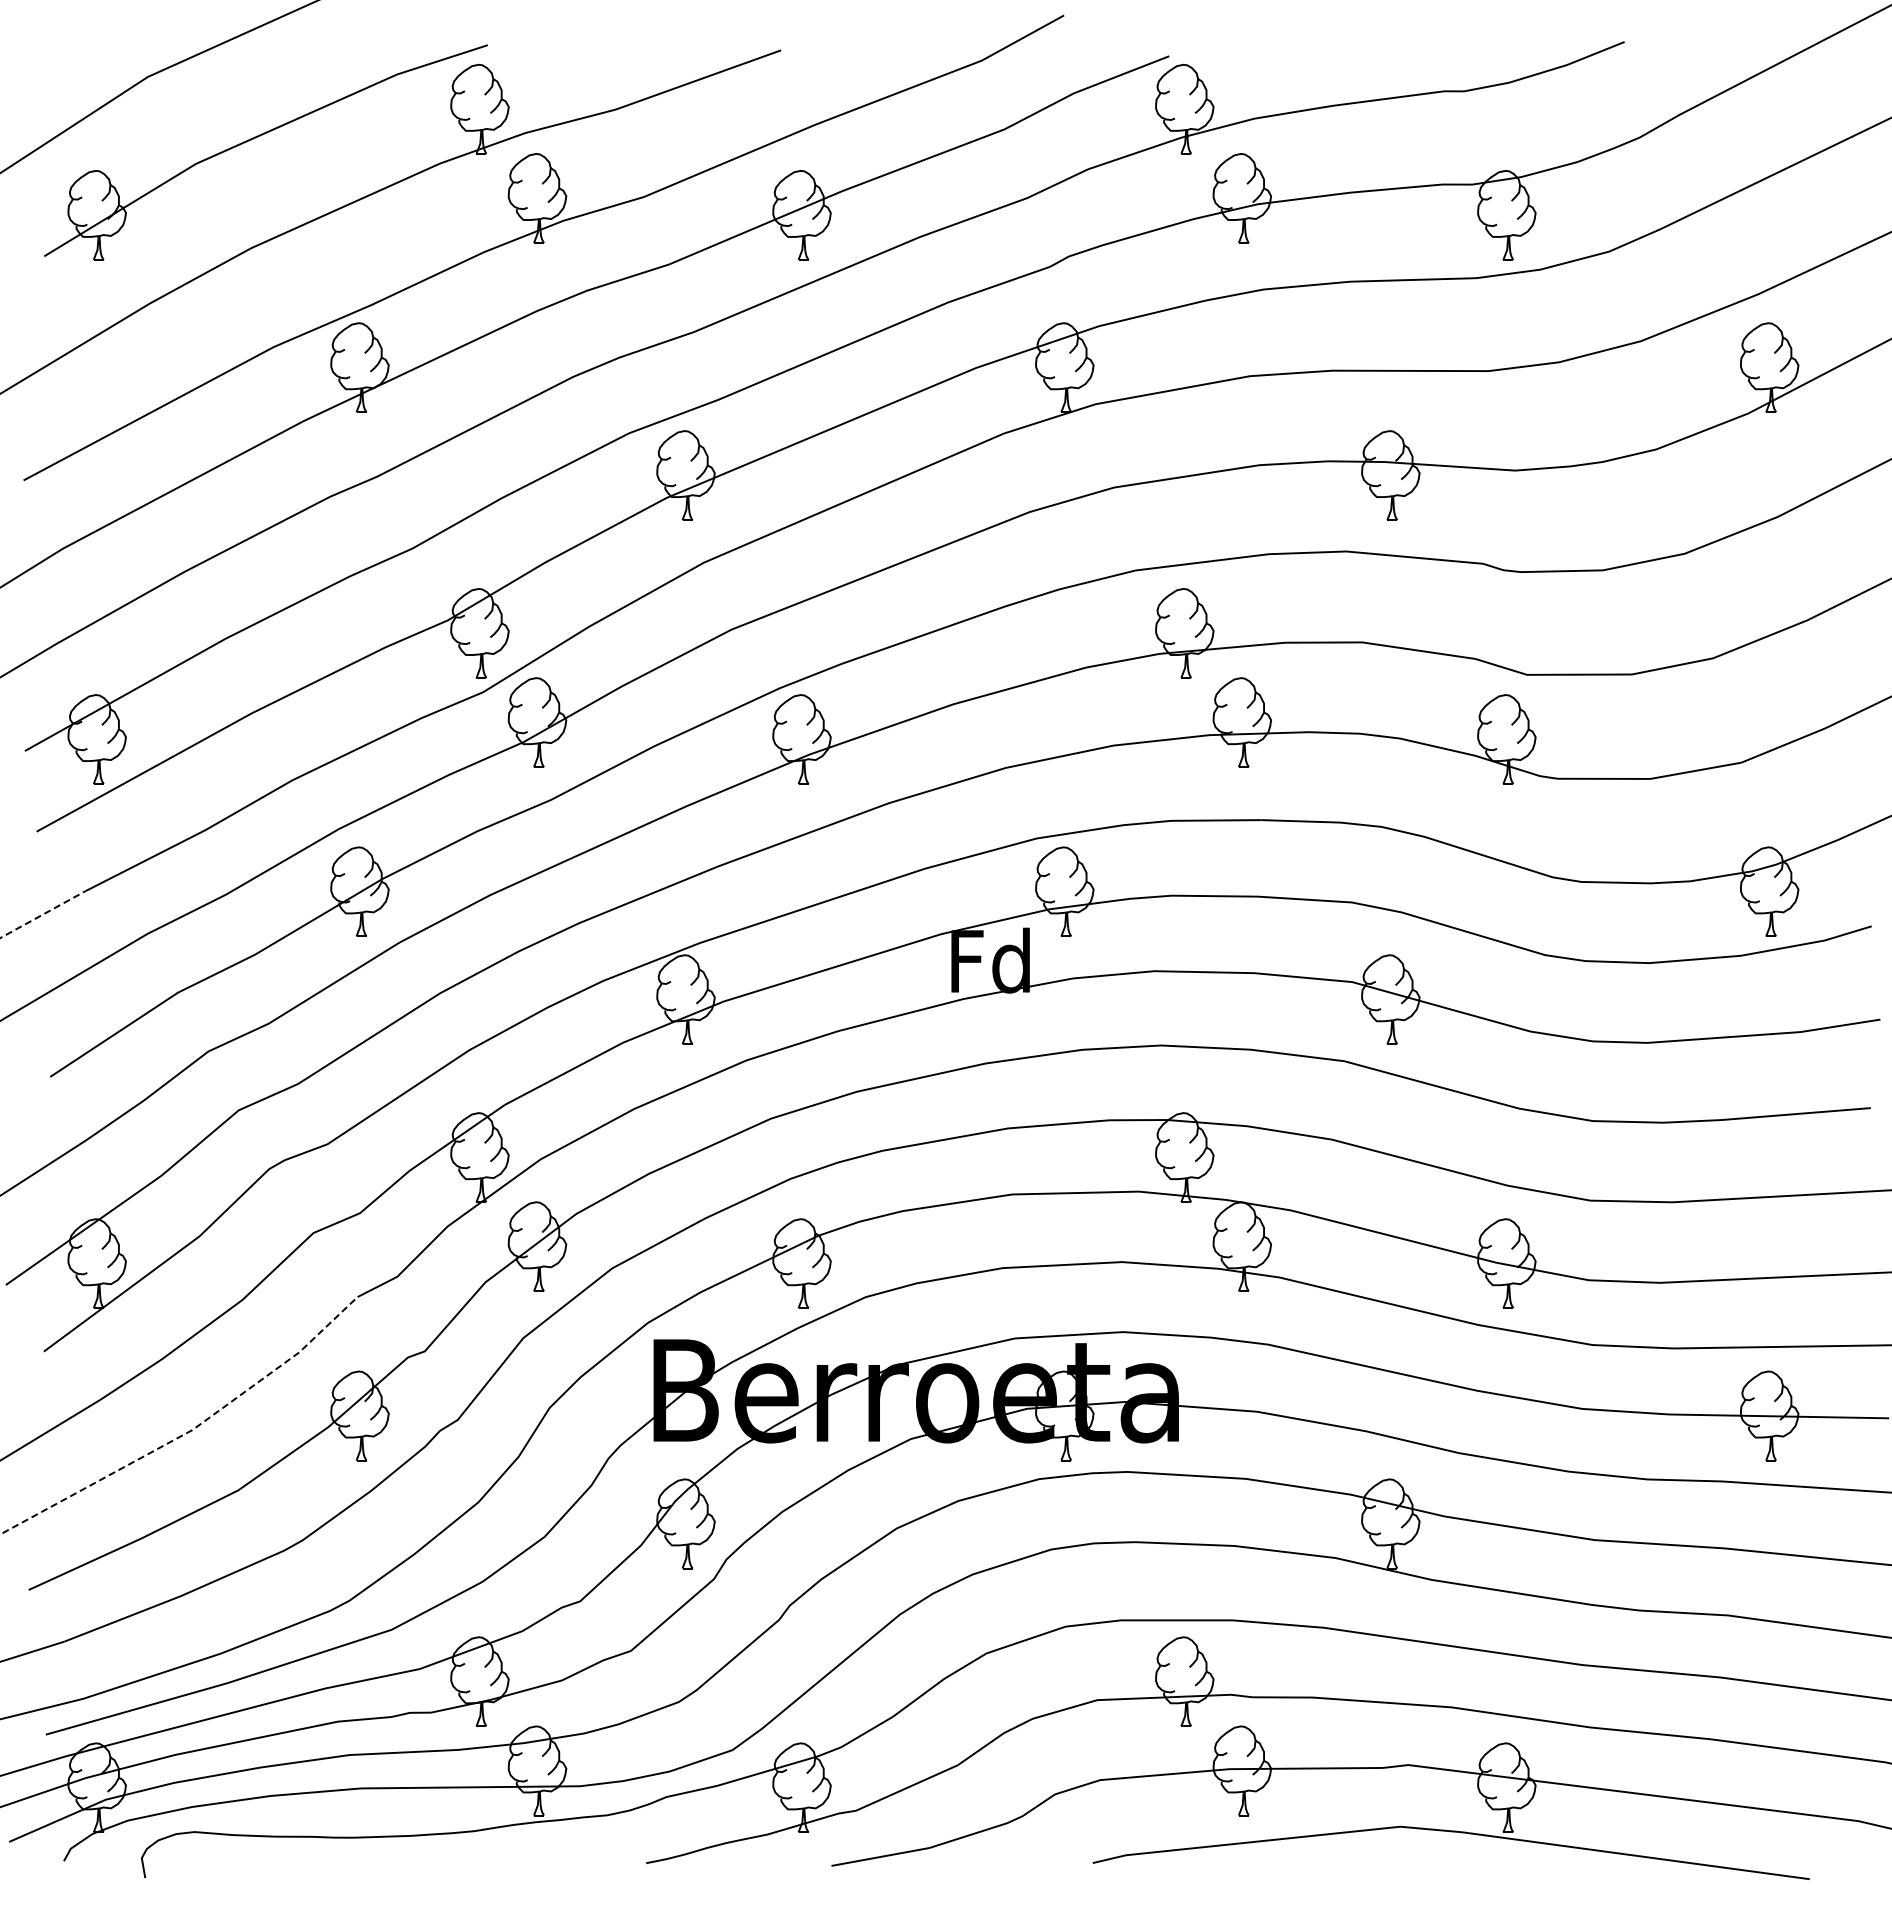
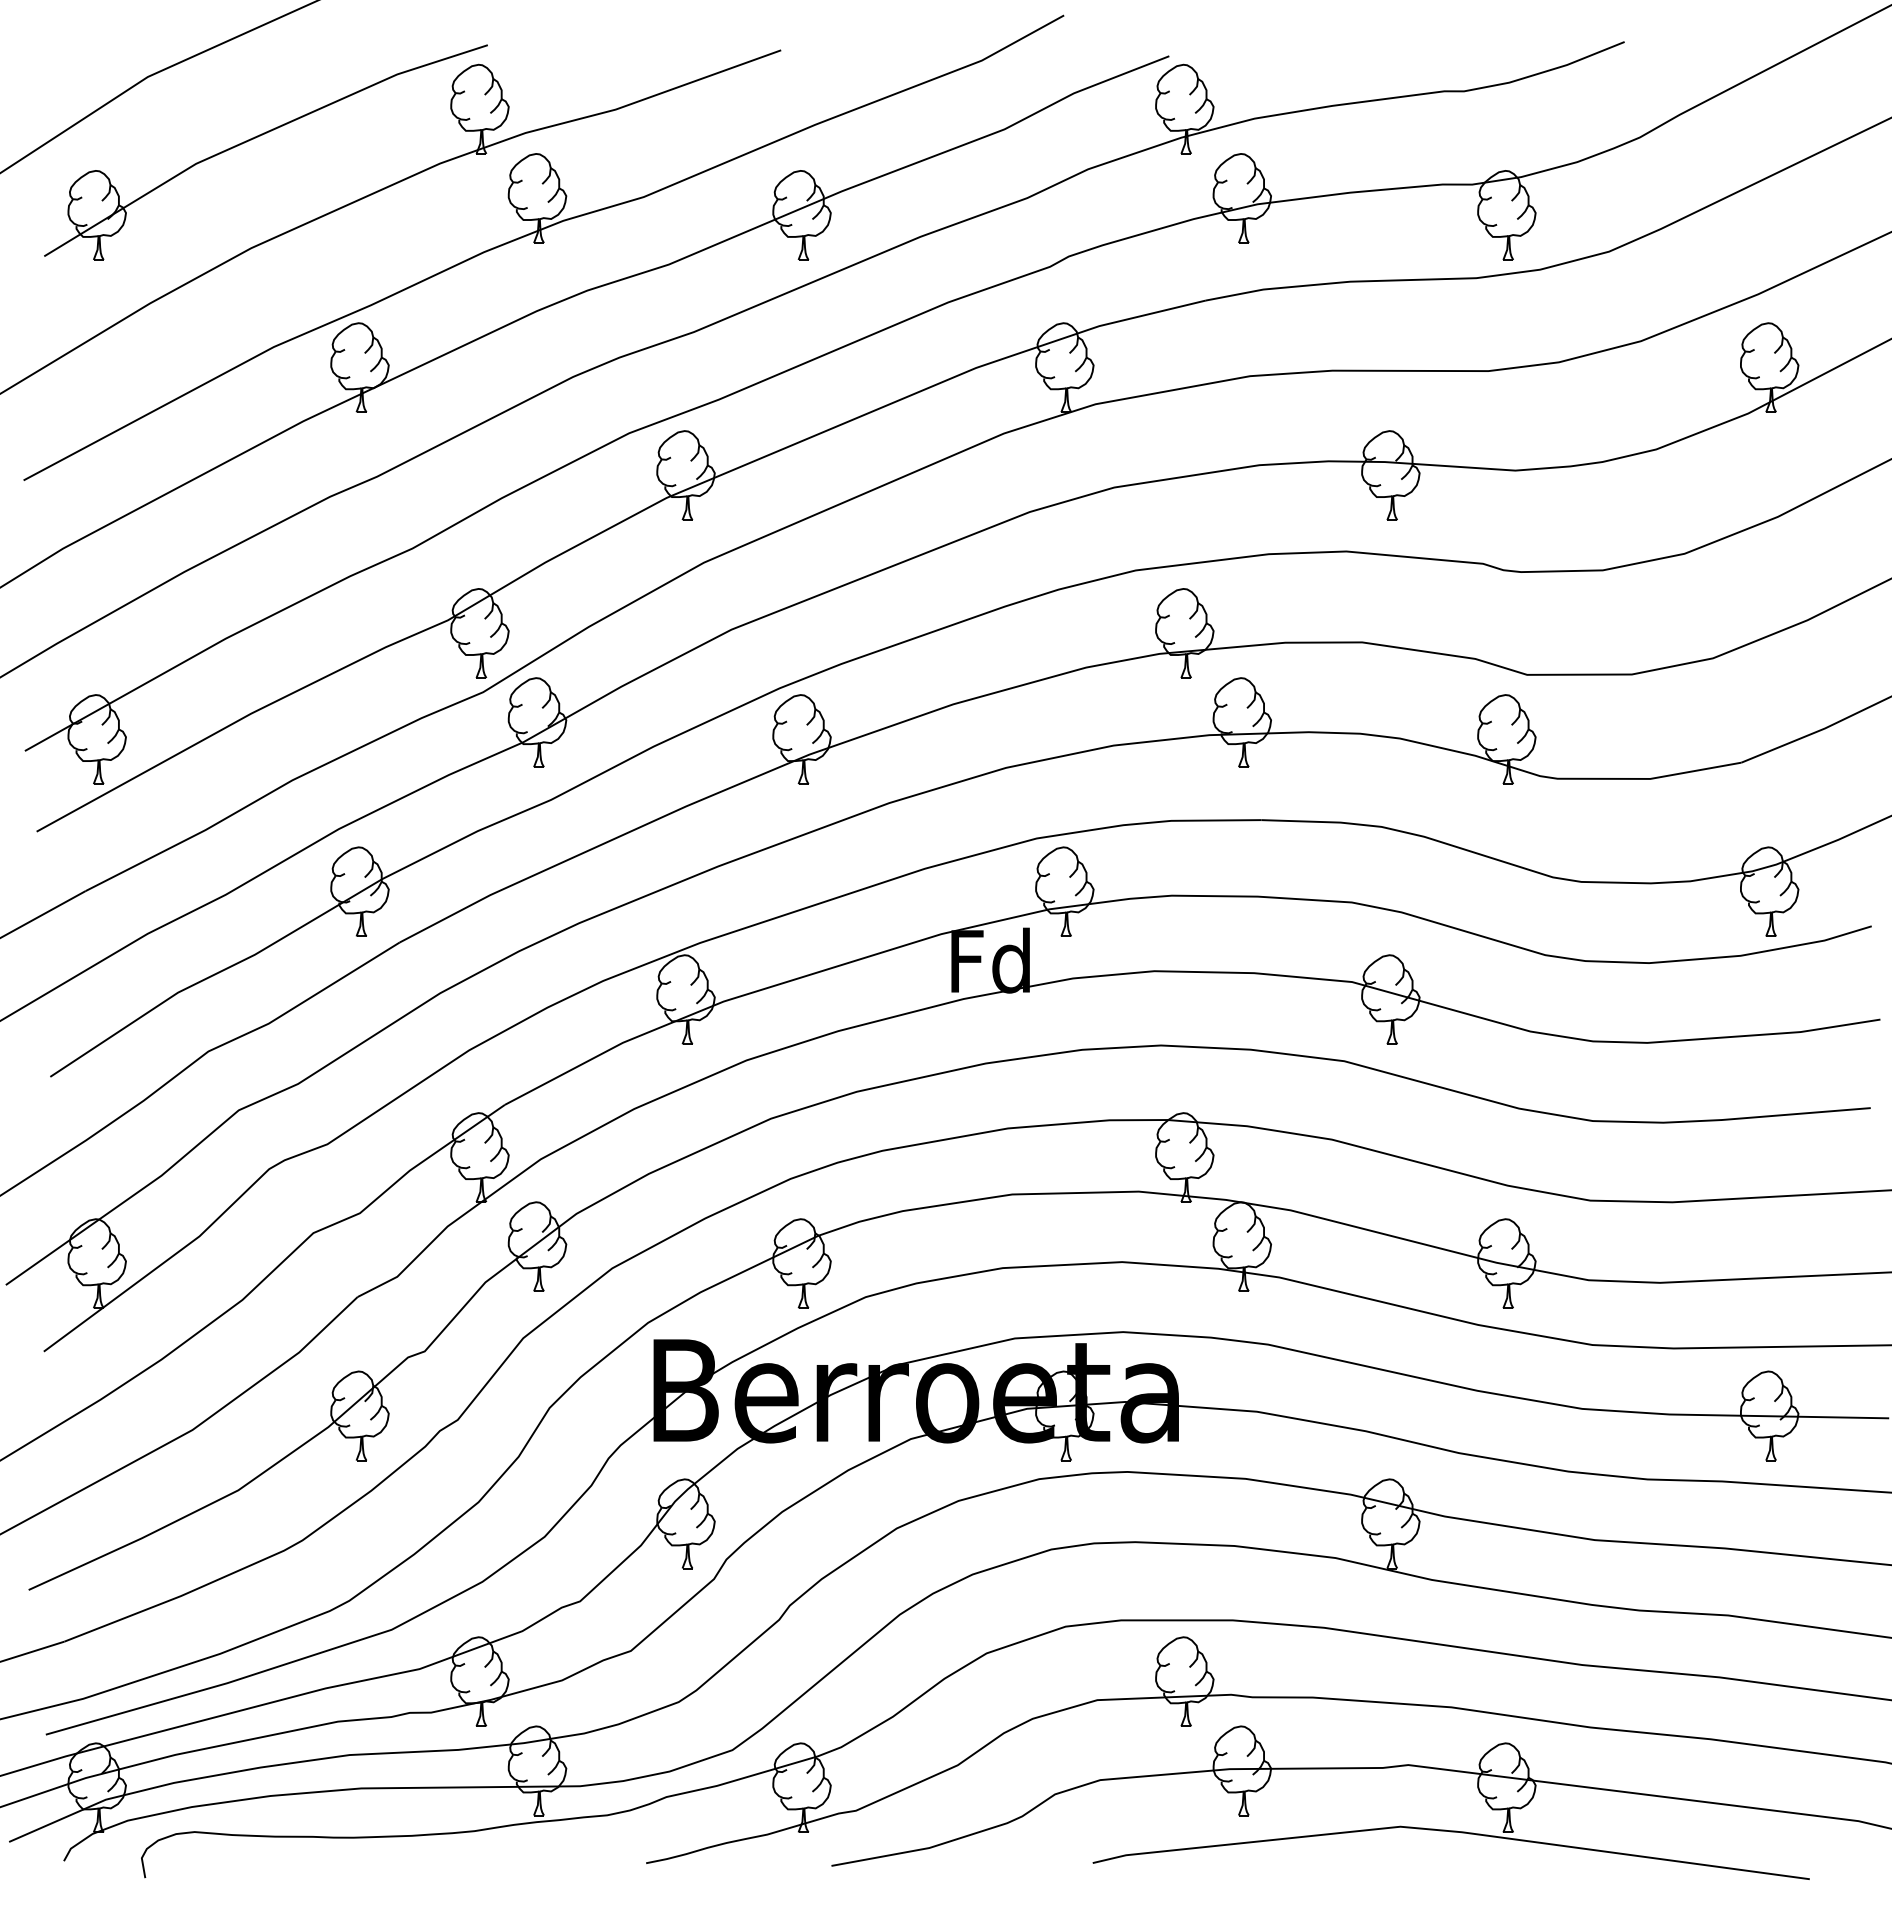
line at (42, 914): dashed -> solid
line at (190, 1430): dashed -> solid
